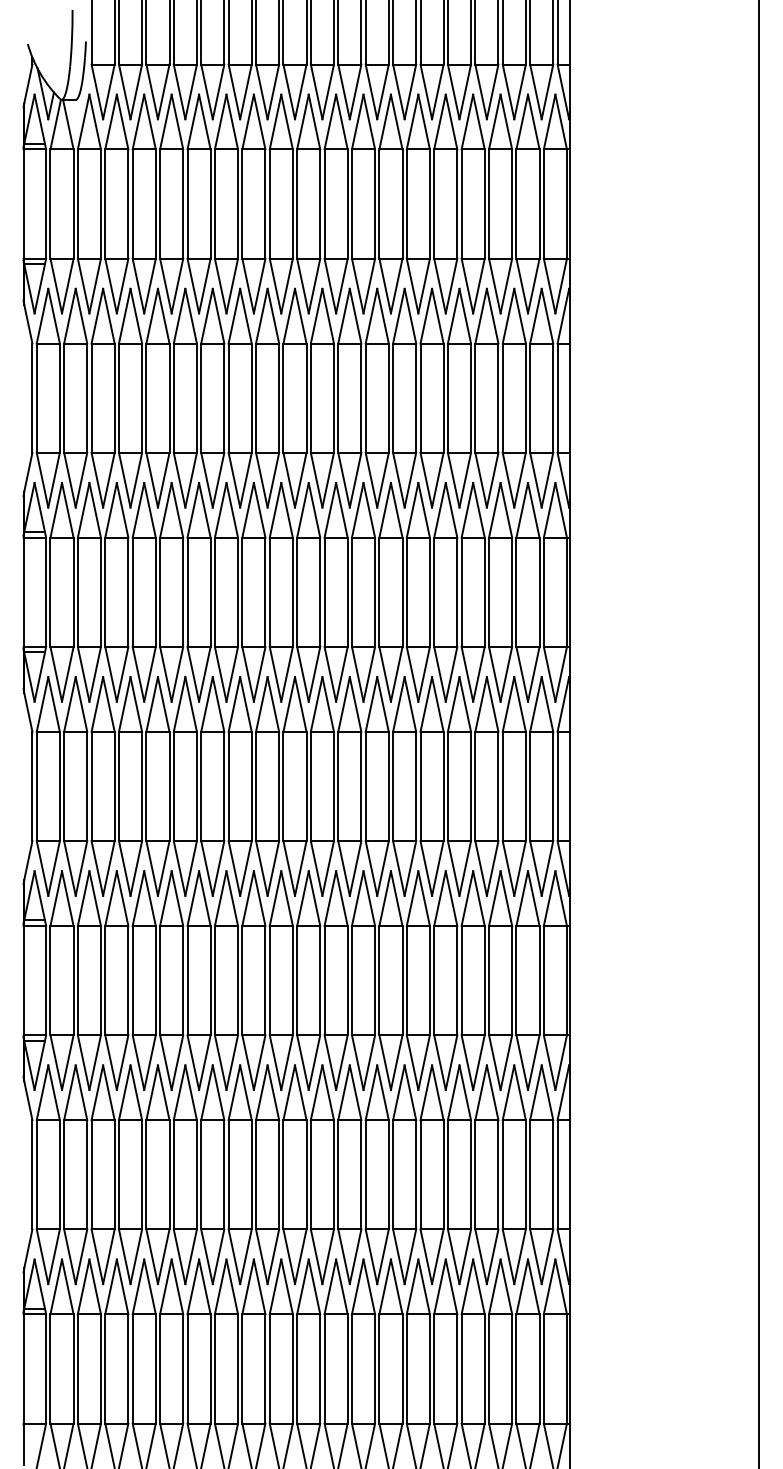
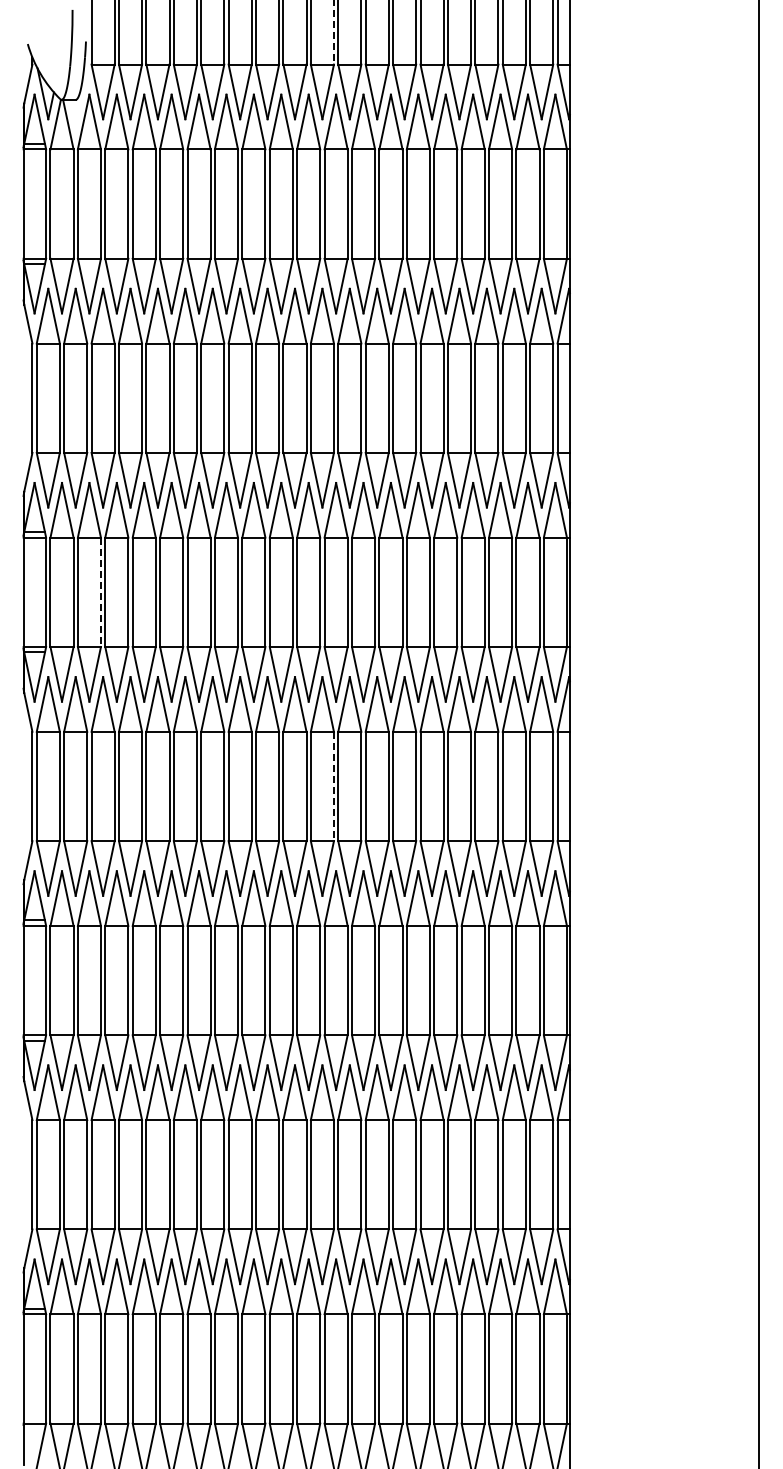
line at (333, 32): solid -> dashed
line at (100, 592): solid -> dashed
line at (333, 786): solid -> dashed
